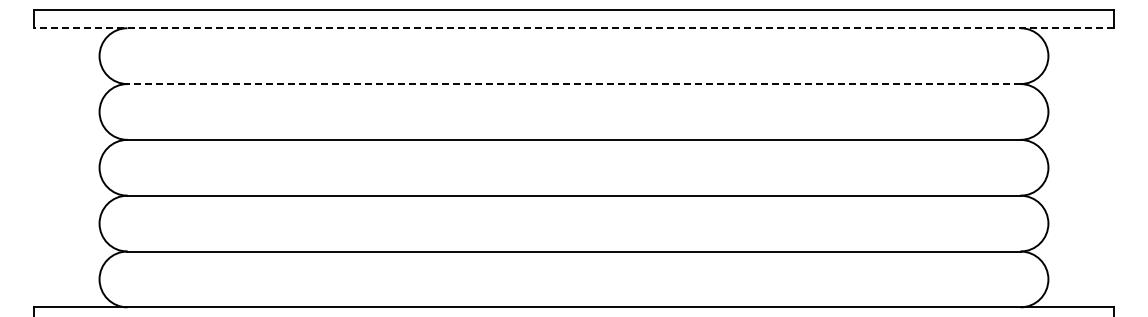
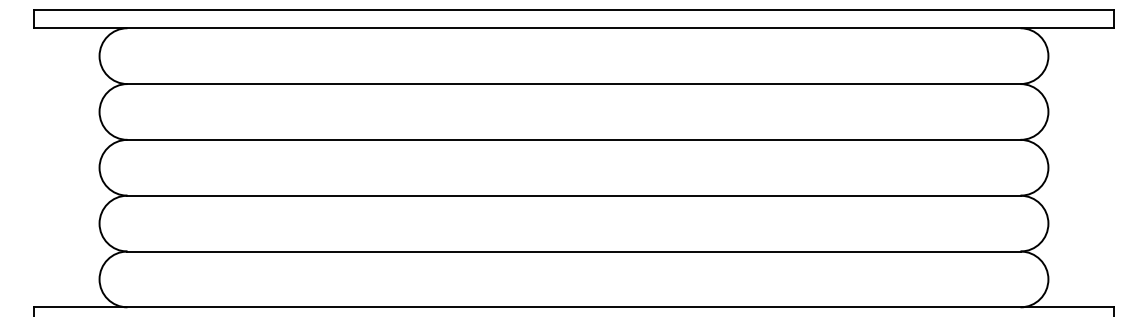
line at (573, 28): dashed -> solid
line at (573, 84): dashed -> solid
